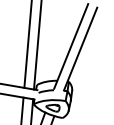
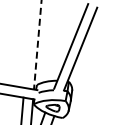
line at (27, 44): present -> none
line at (37, 45): solid -> dashed
